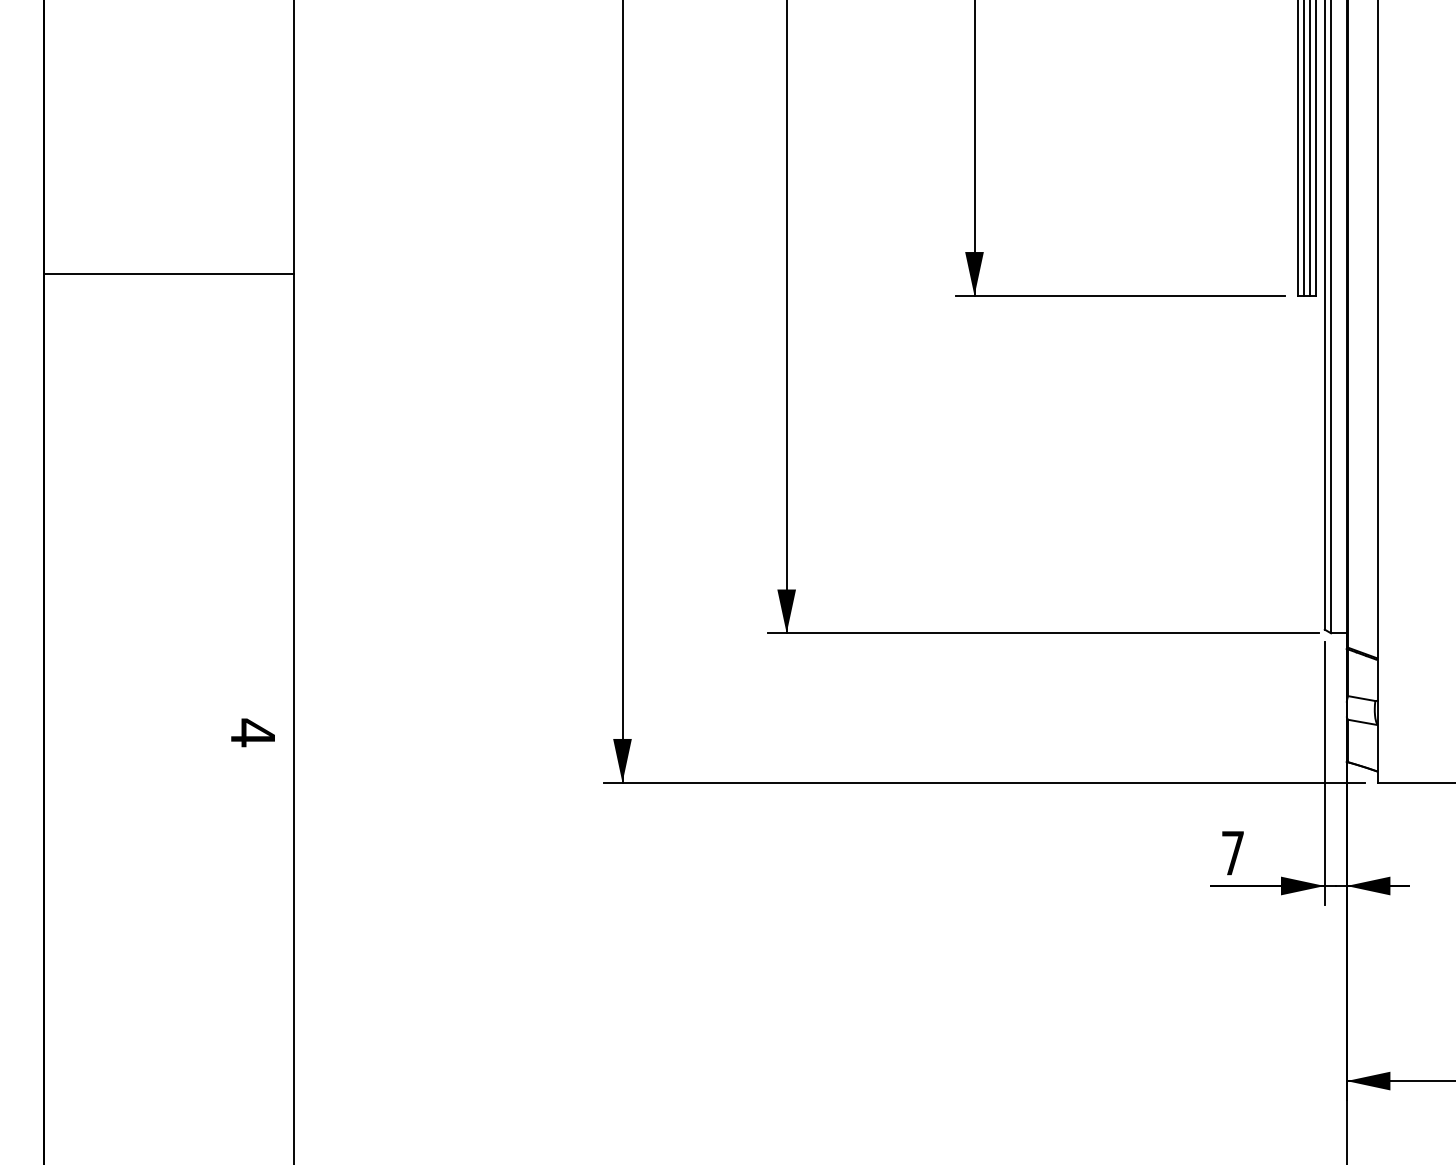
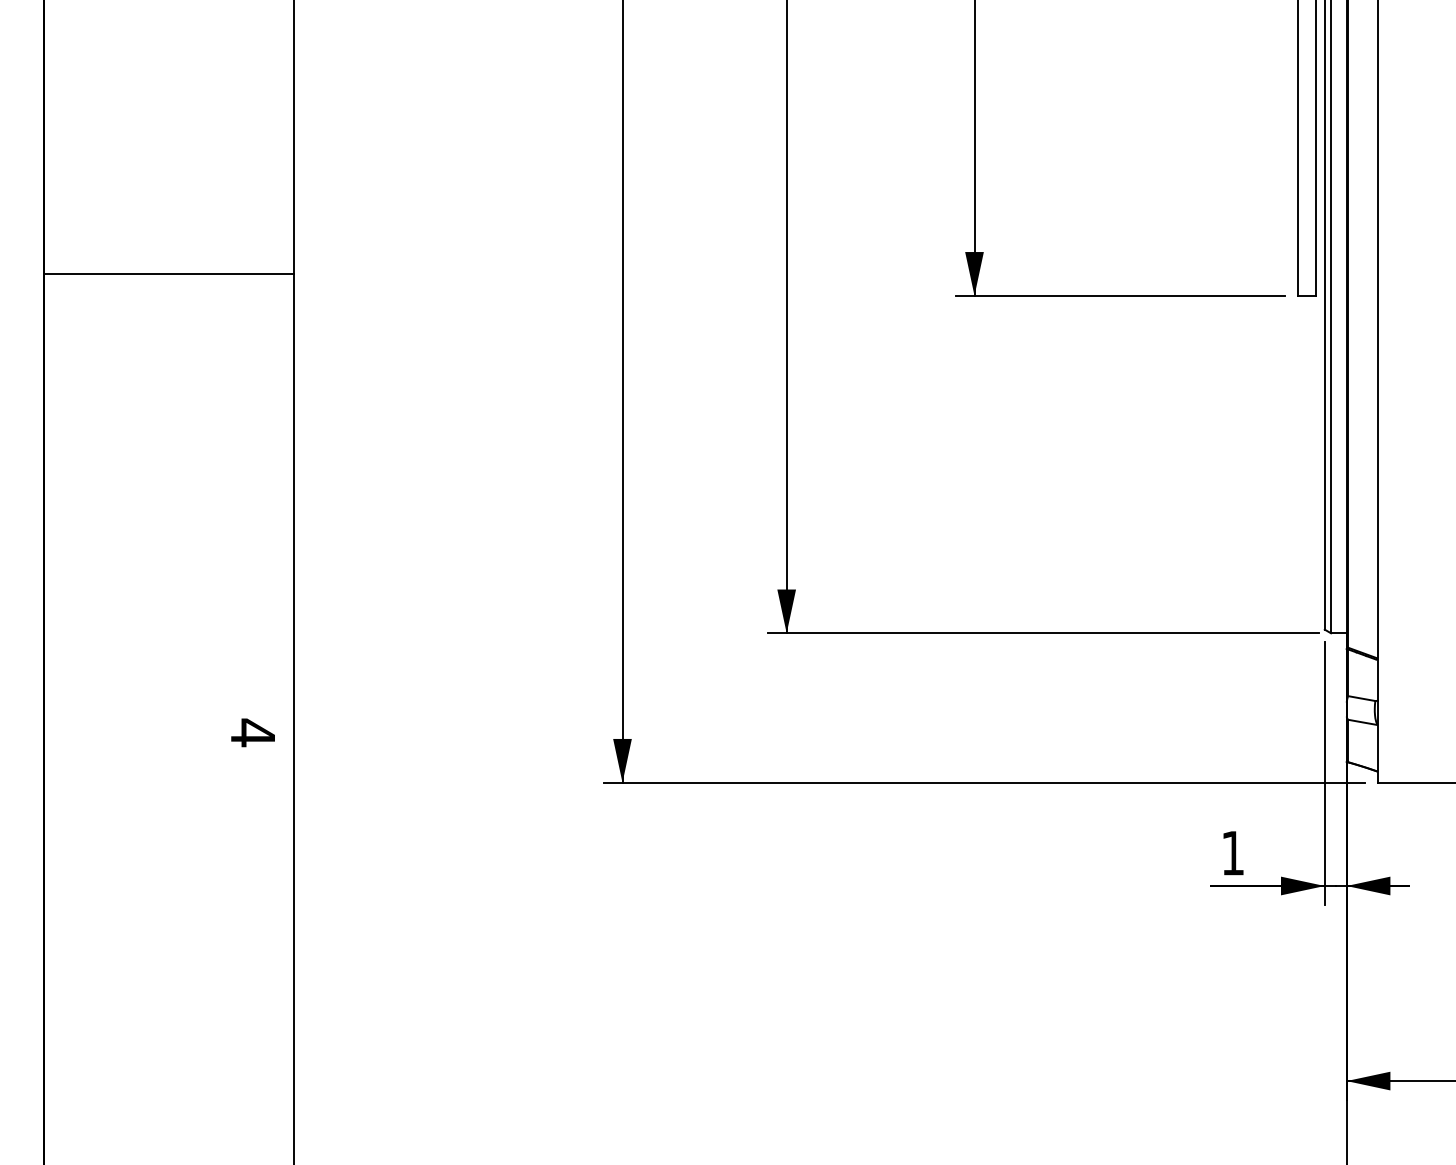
line at (1303, 148): present -> none
line at (1310, 148): present -> none
text at (1232, 853): 7 -> 1
